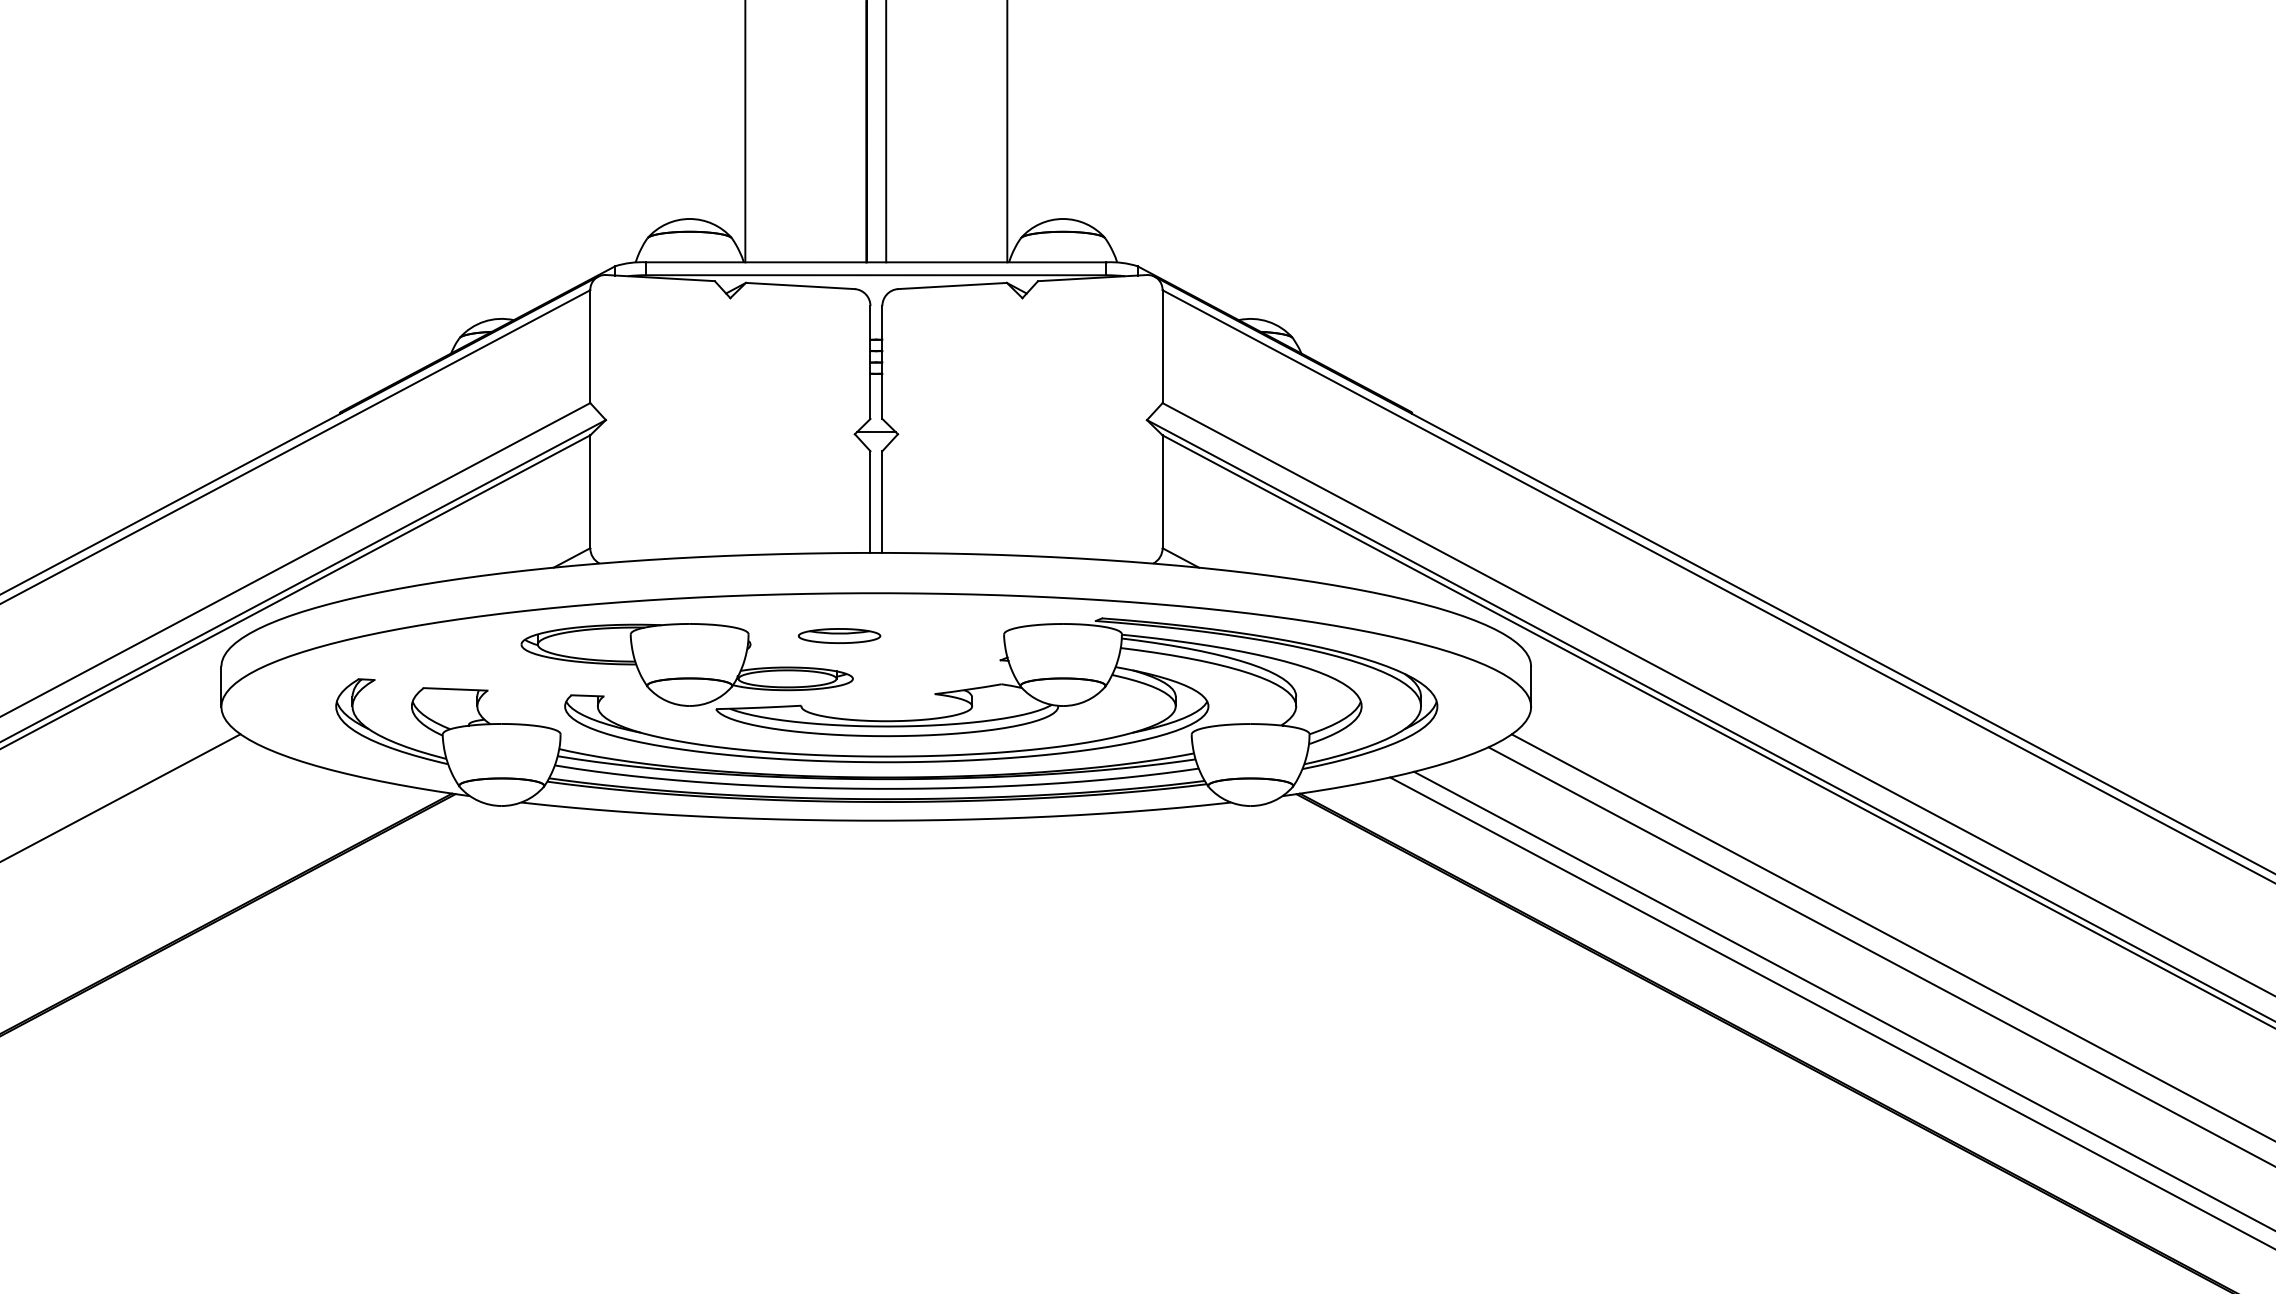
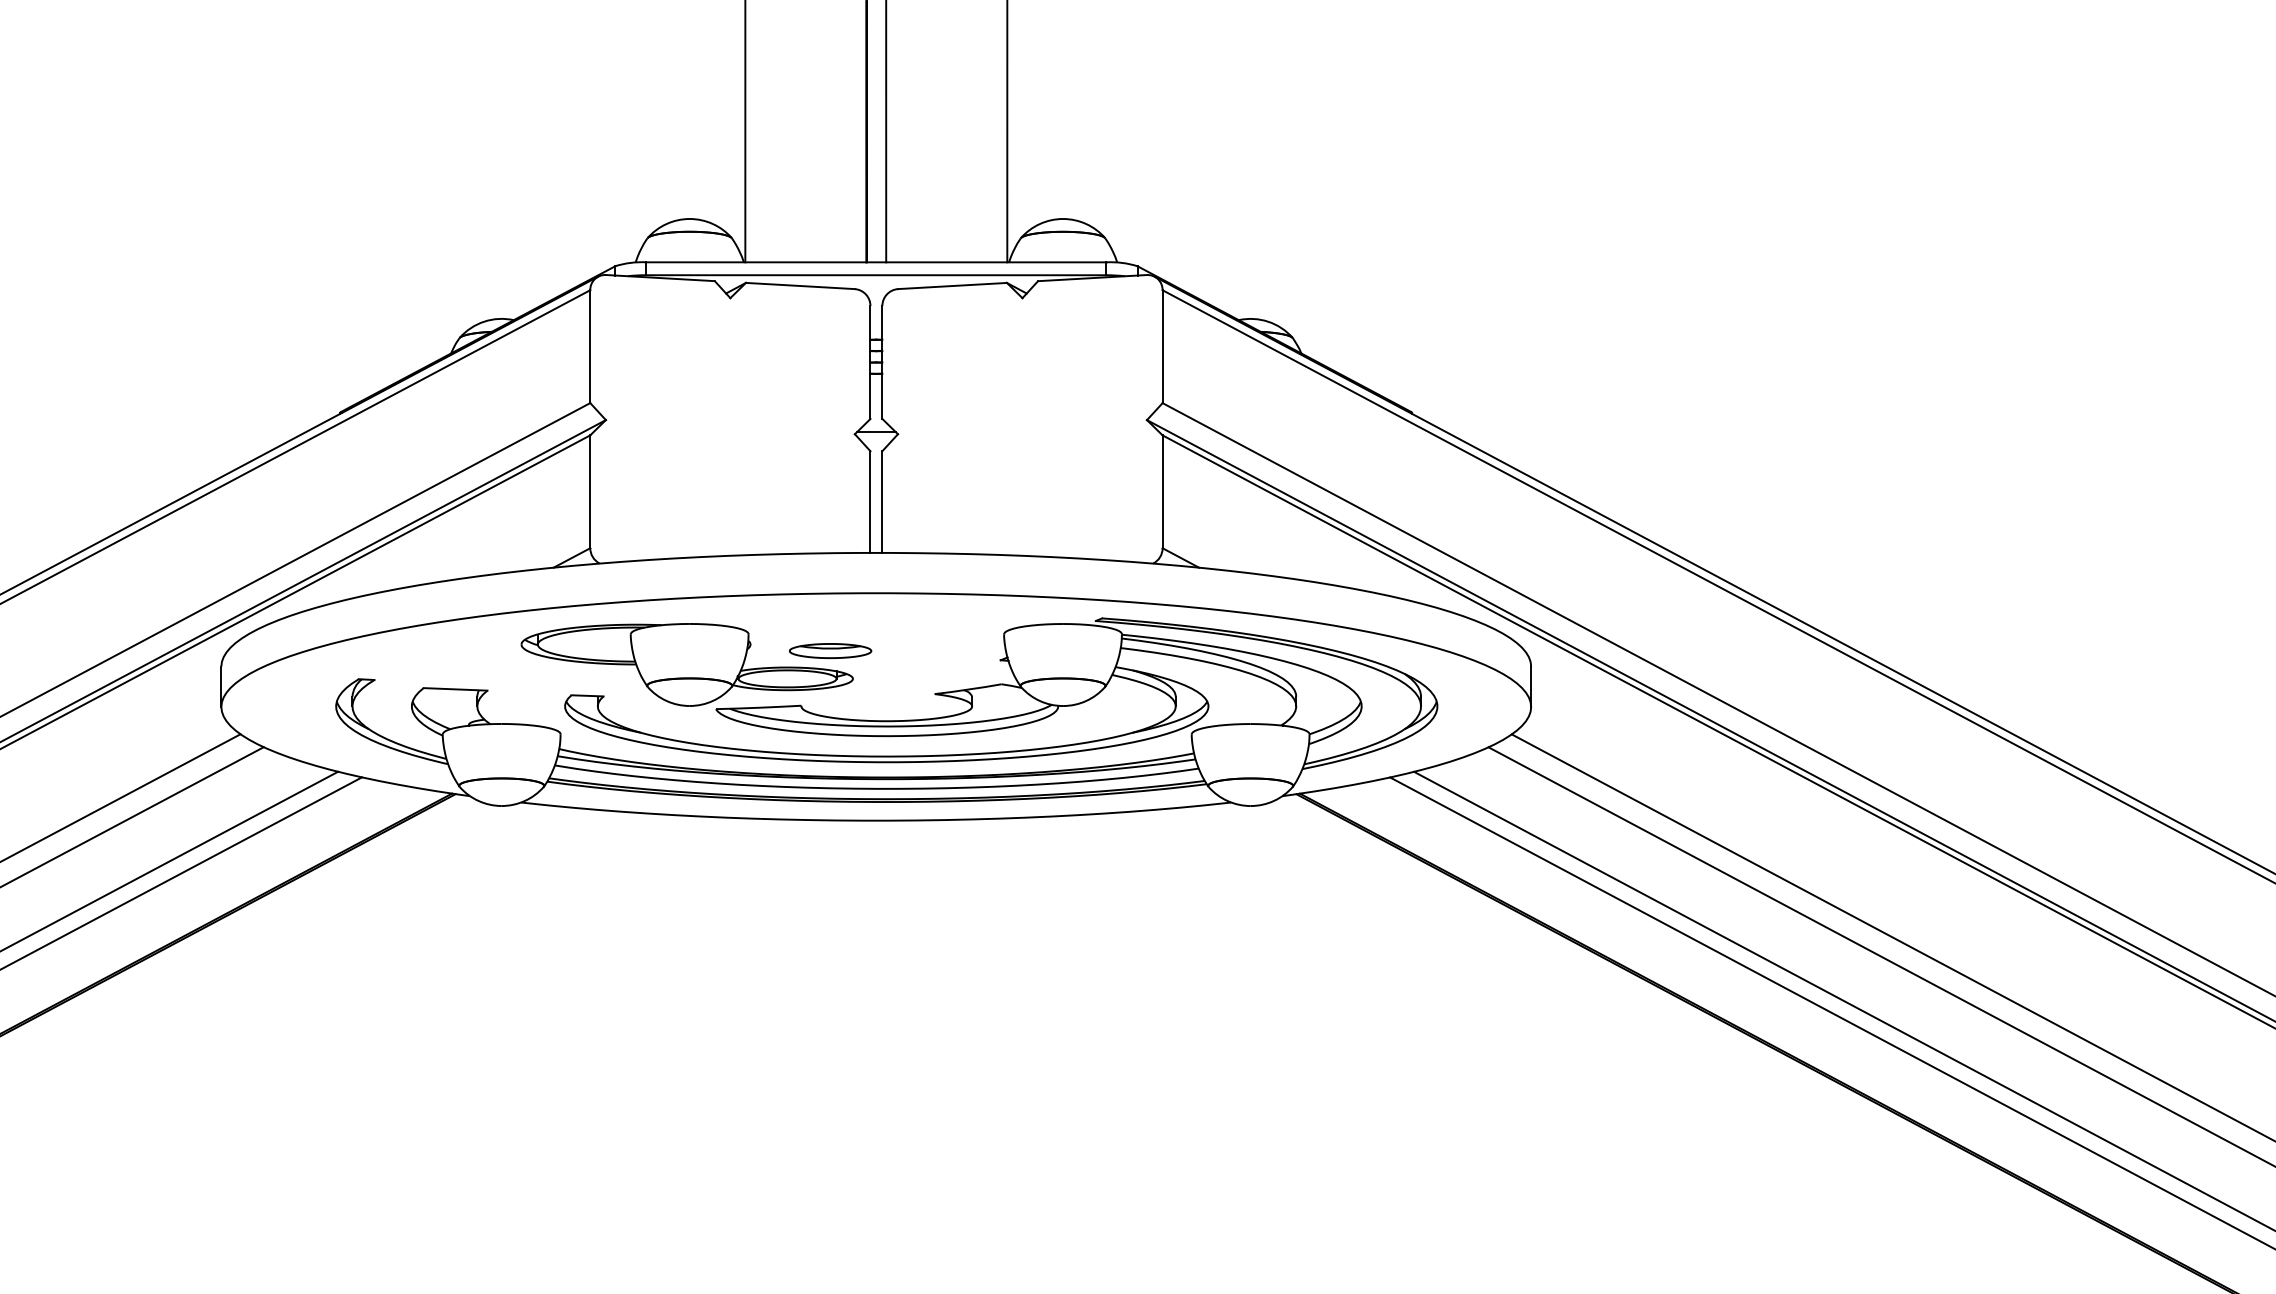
part at (839, 635) position: (839, 635) -> (830, 650)
line at (132, 816): none -> present
line at (170, 860): none -> present
line at (182, 872): none -> present
